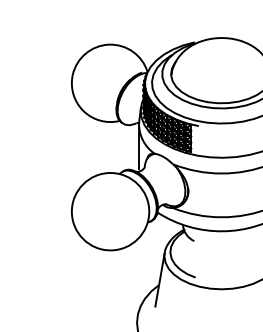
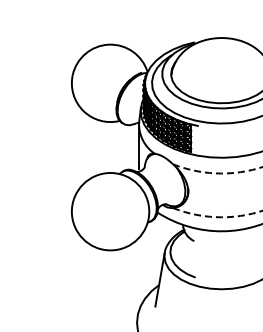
arc at (218, 173): solid -> dashed
arc at (218, 217): solid -> dashed
